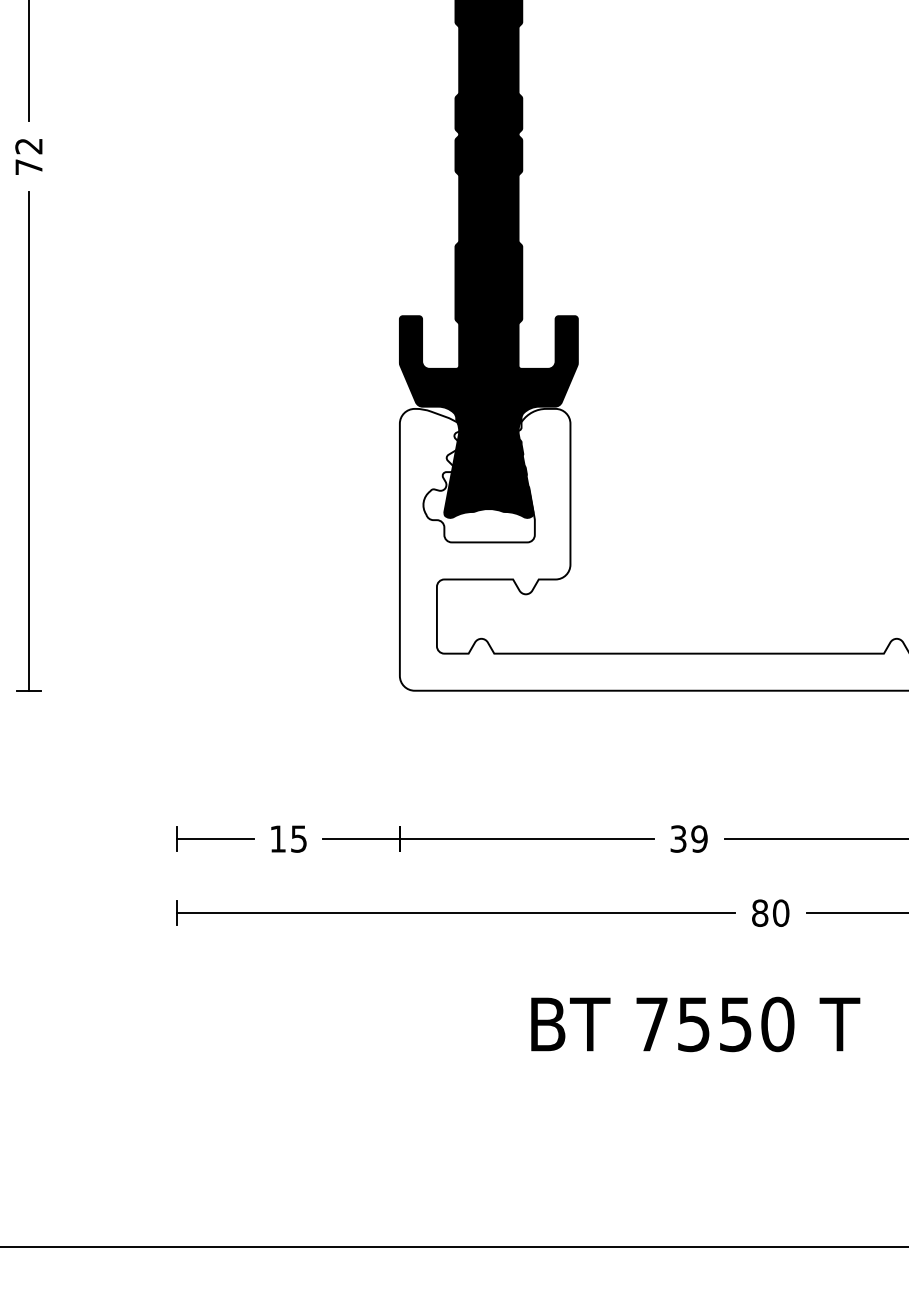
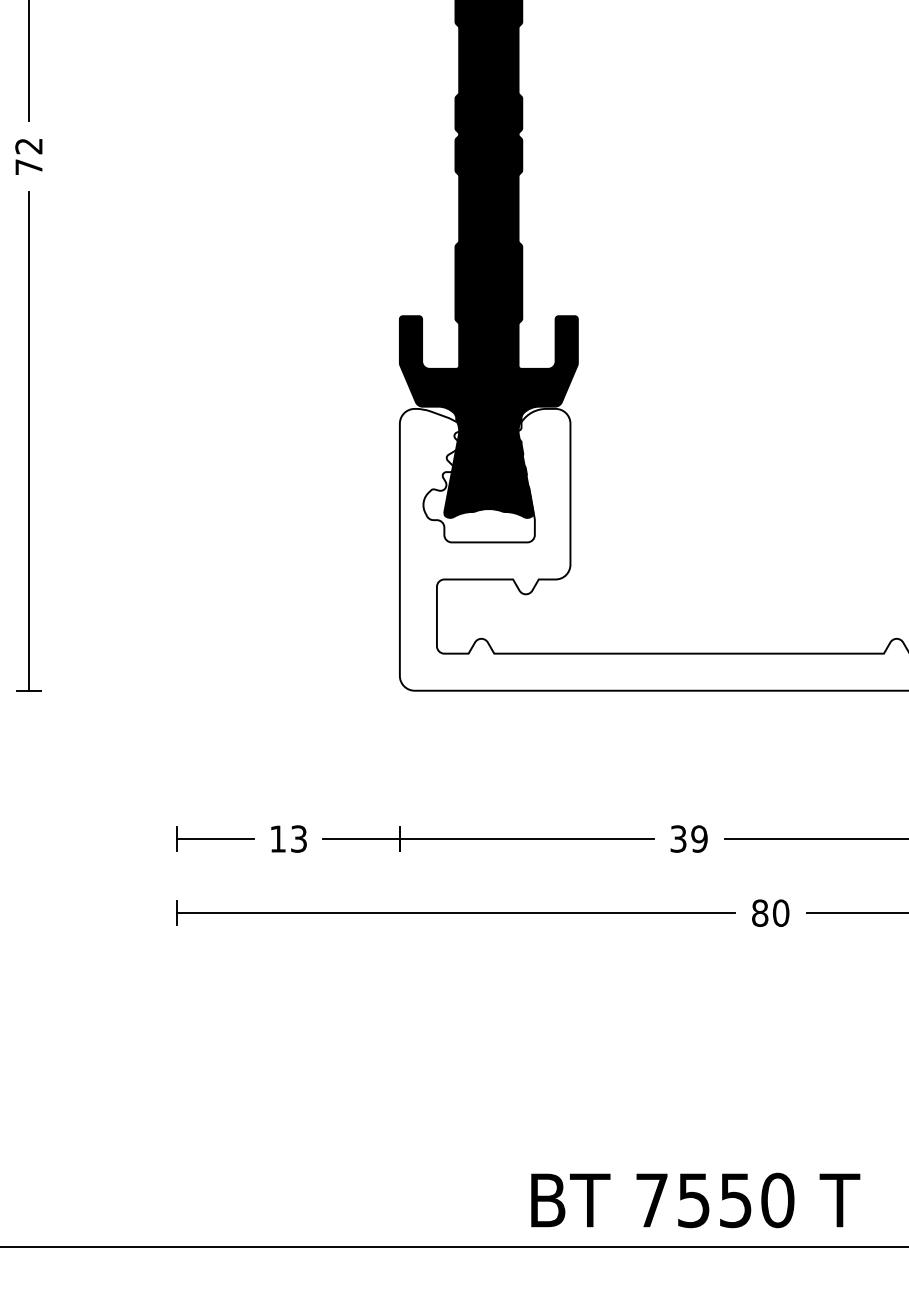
text at (298, 838): 15 -> 13
text at (695, 1024) position: (695, 1024) -> (695, 1200)
